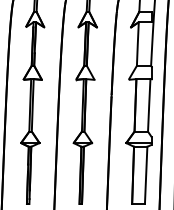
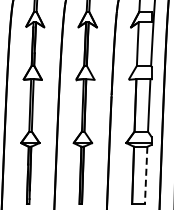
line at (146, 175): solid -> dashed
